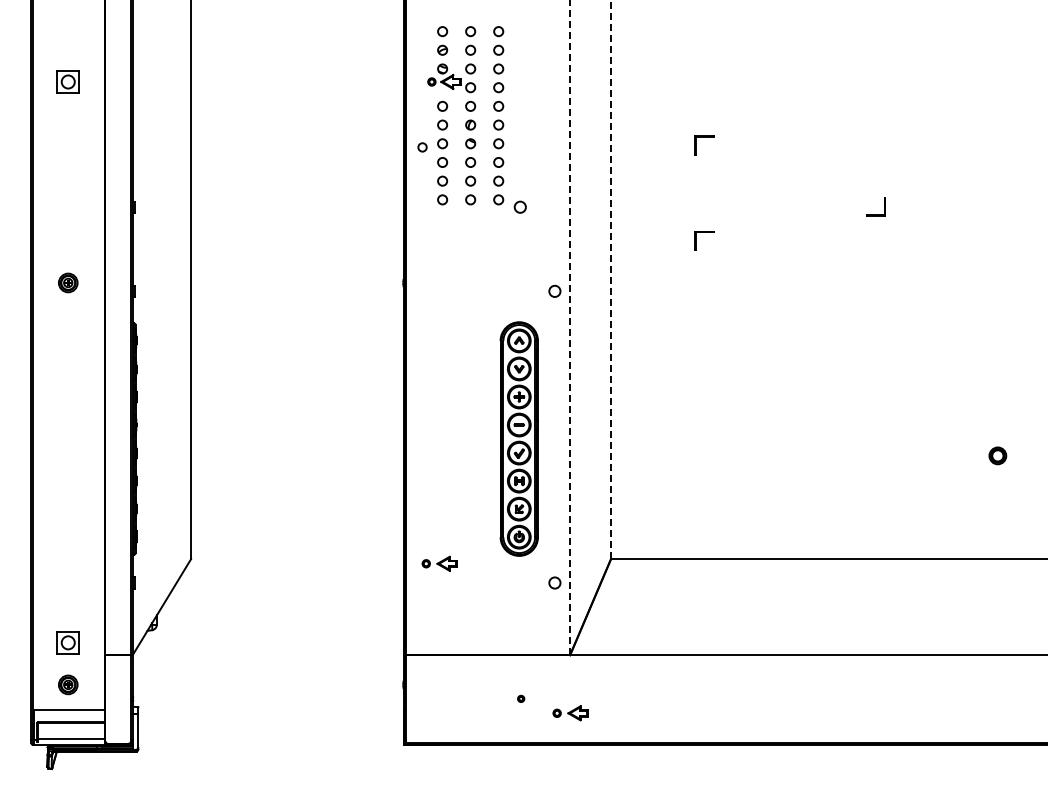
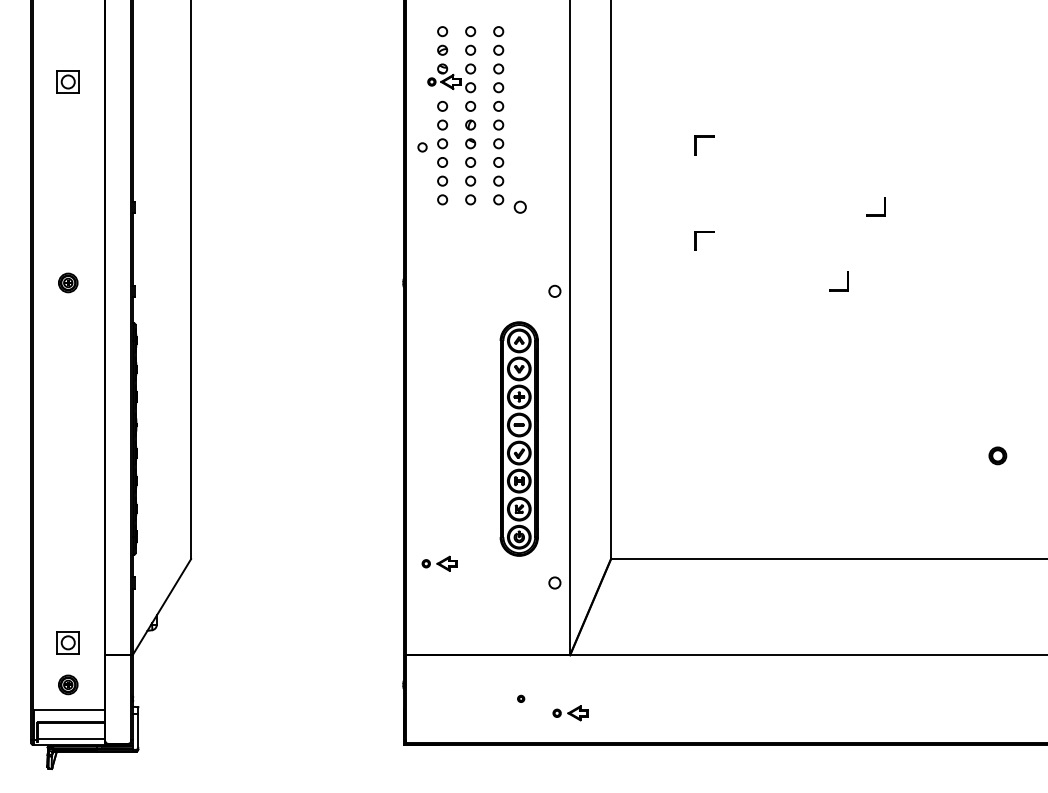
line at (610, 279): dashed -> solid
part at (838, 289): none -> present
line at (570, 327): dashed -> solid
